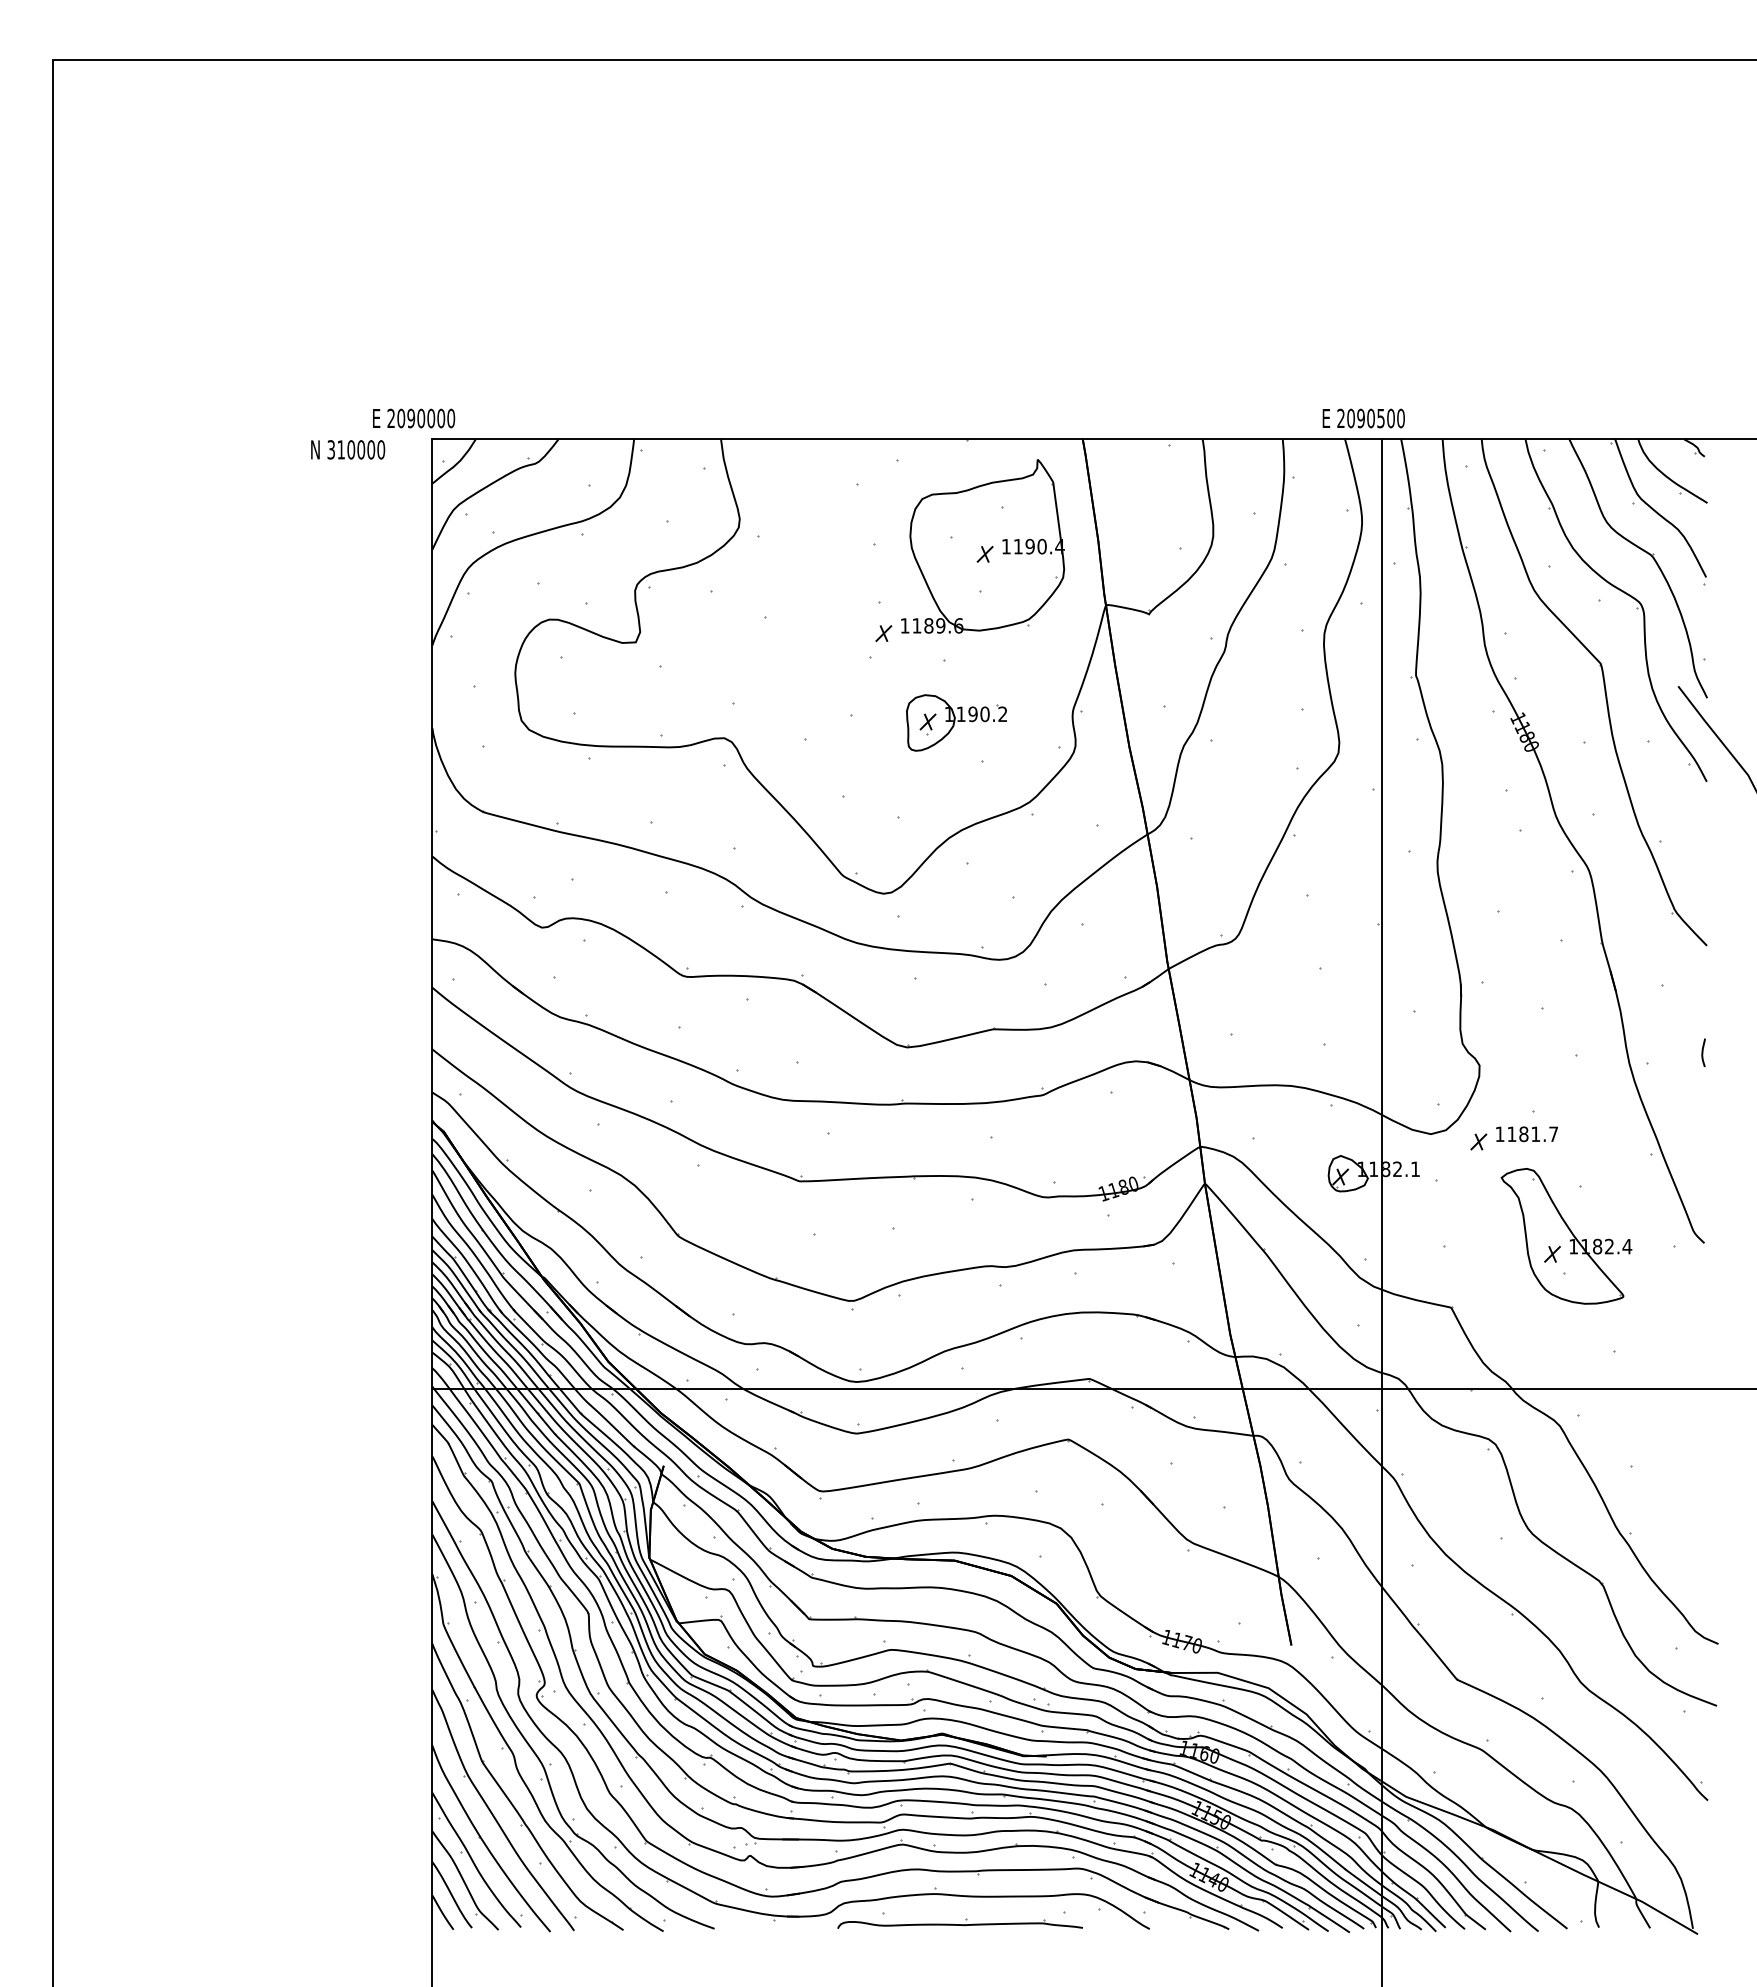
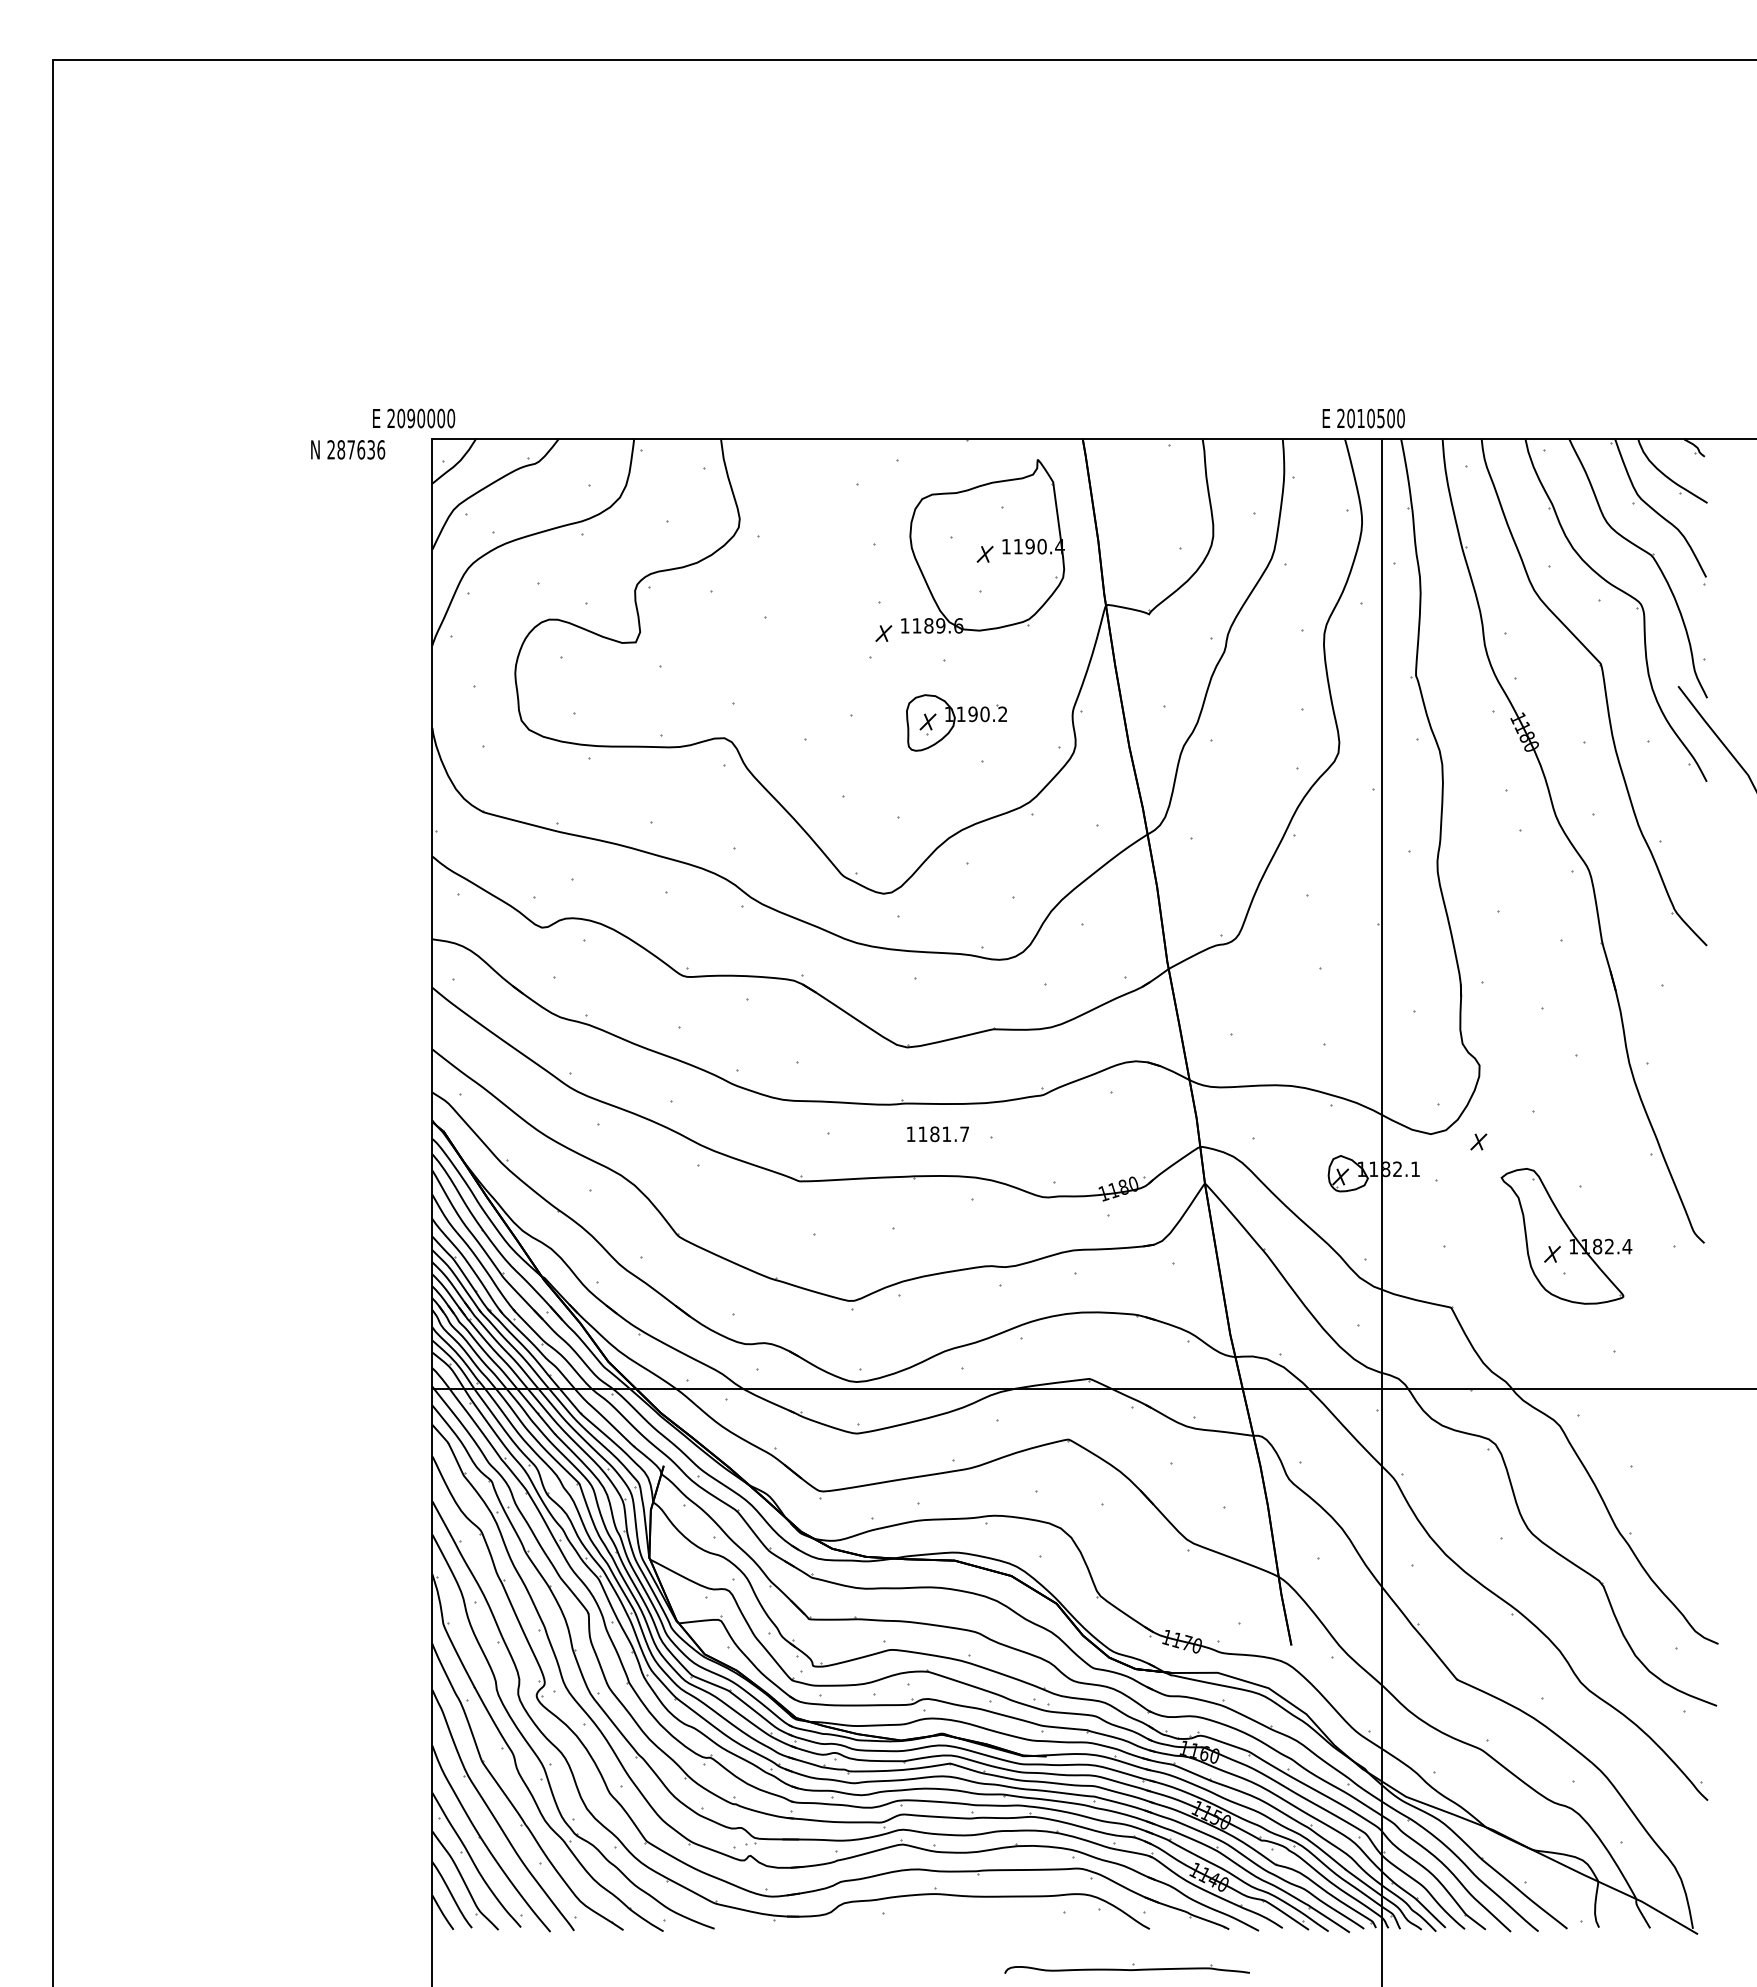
text at (1360, 418): 2090500 -> 2010500
text at (356, 449): 310000 -> 287636
curve at (1703, 1052): present -> none
text at (1526, 1134) position: (1526, 1134) -> (937, 1134)
part at (959, 1923) position: (959, 1923) -> (1126, 1968)
